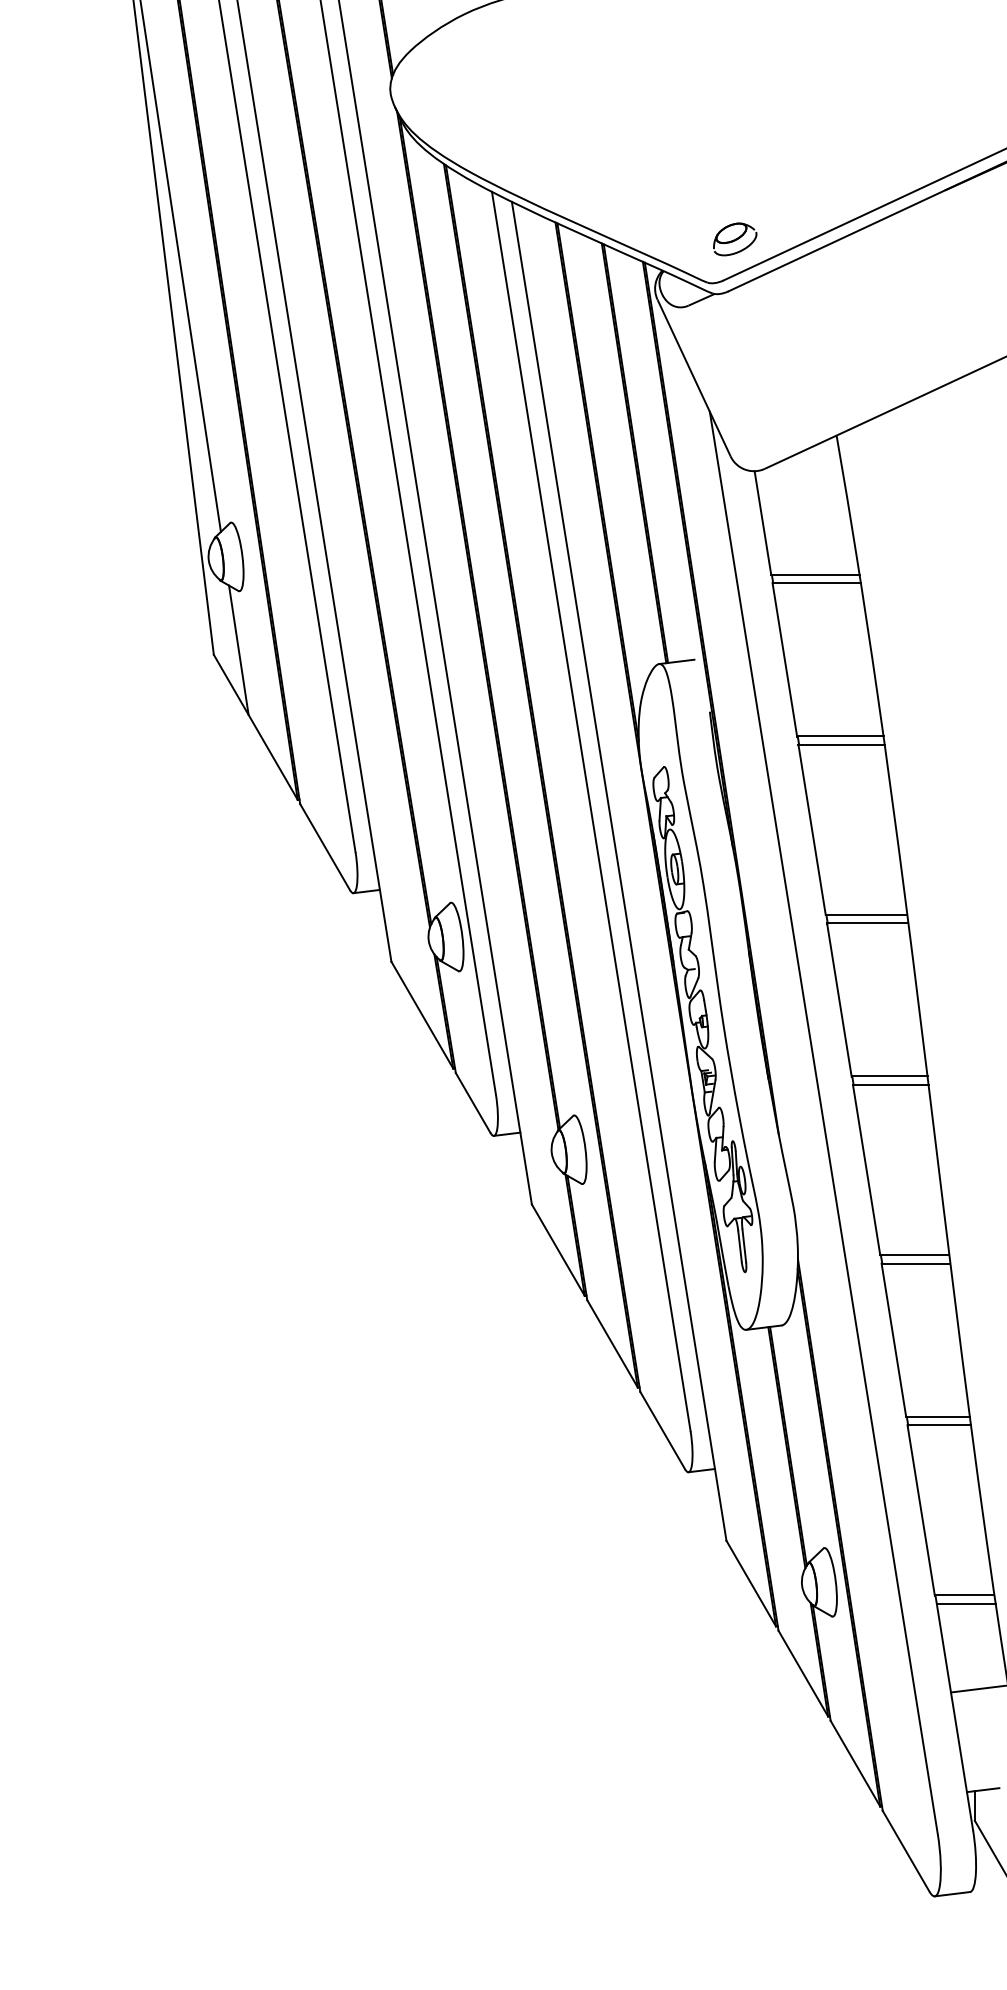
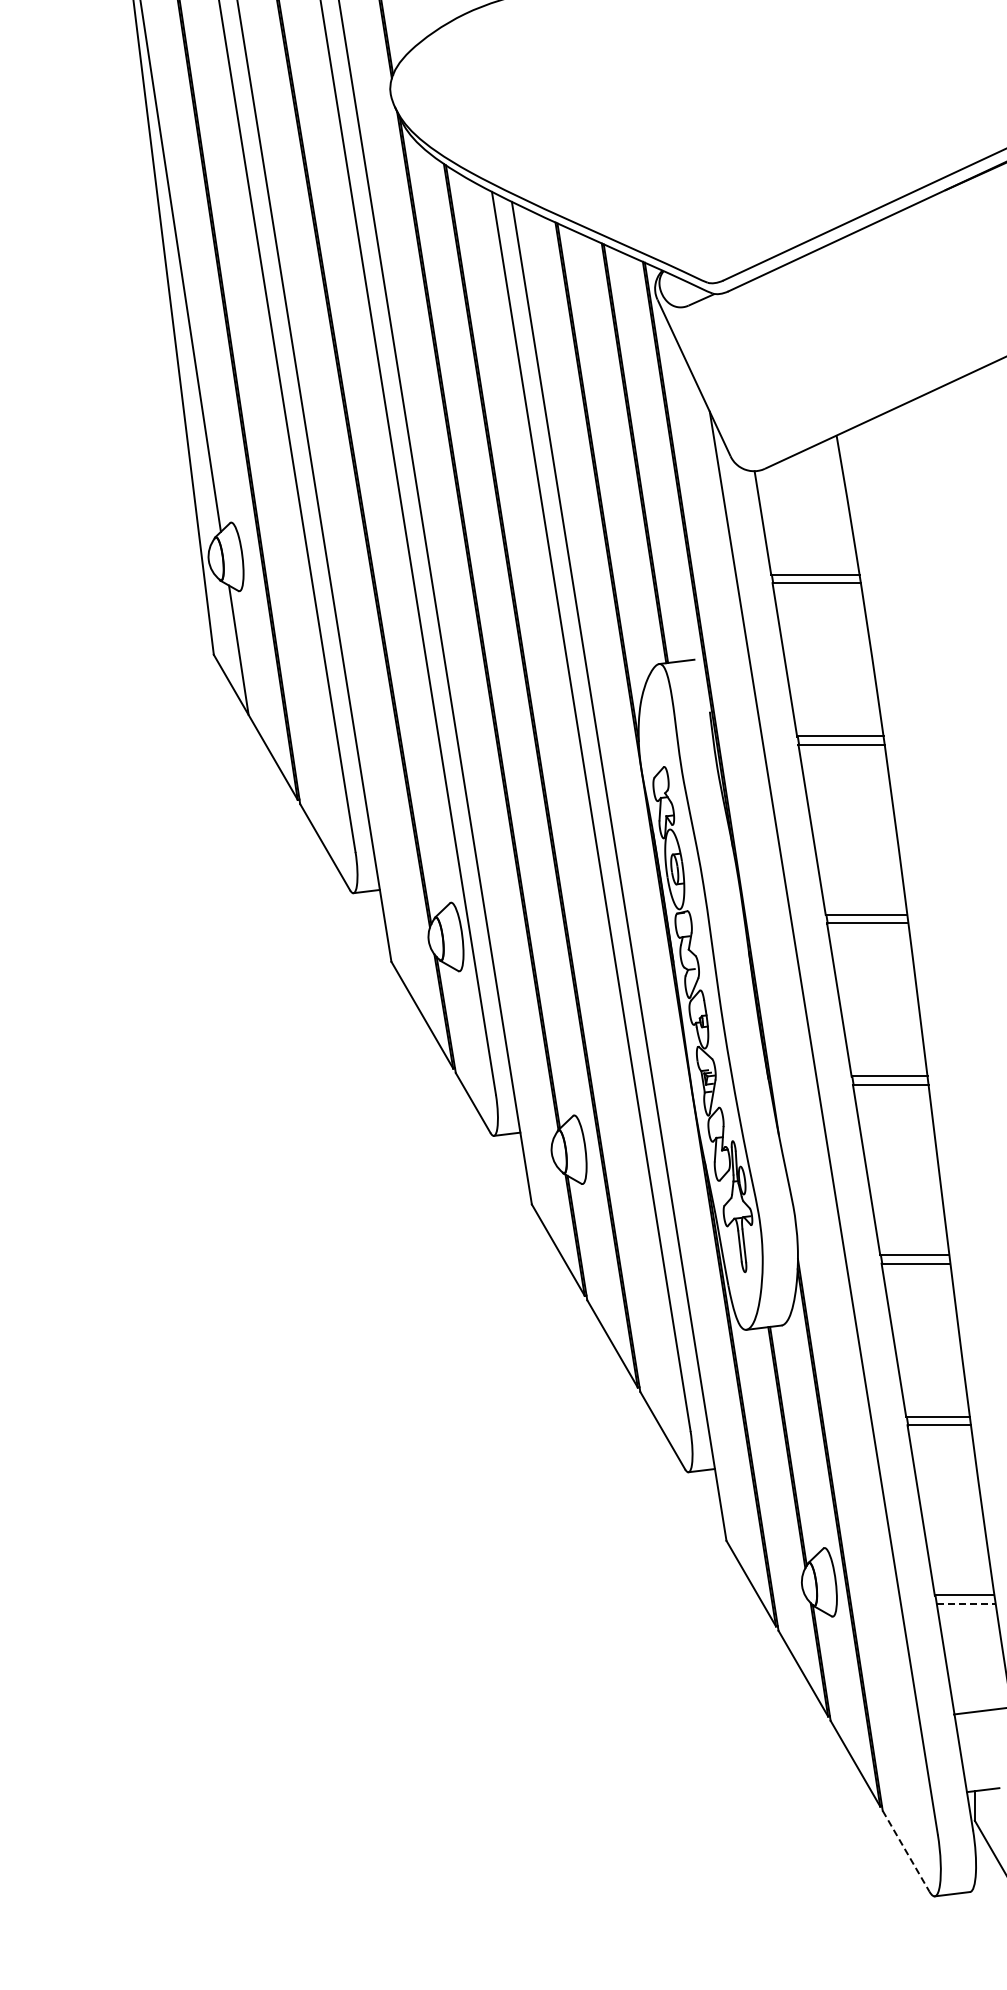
part at (735, 239): present -> none
line at (966, 1604): solid -> dashed
line at (977, 1689) position: (977, 1689) -> (978, 1711)
line at (906, 1851): solid -> dashed
